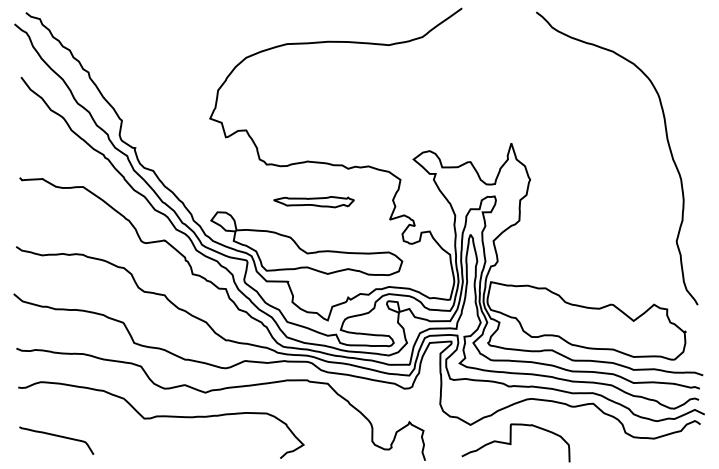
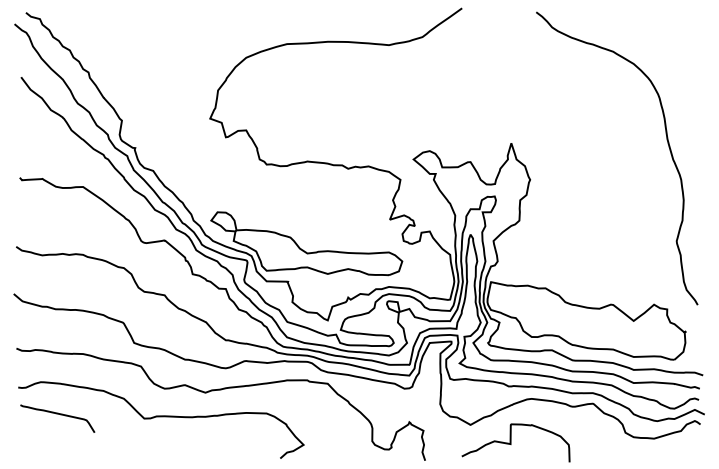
part at (313, 202): present -> none
curve at (56, 436) position: (56, 436) -> (57, 414)
